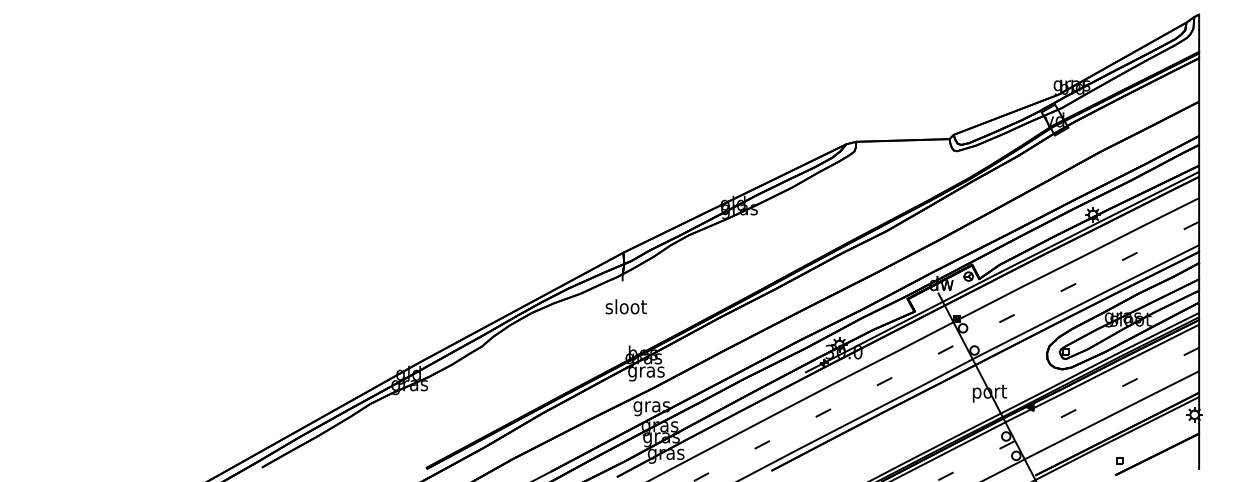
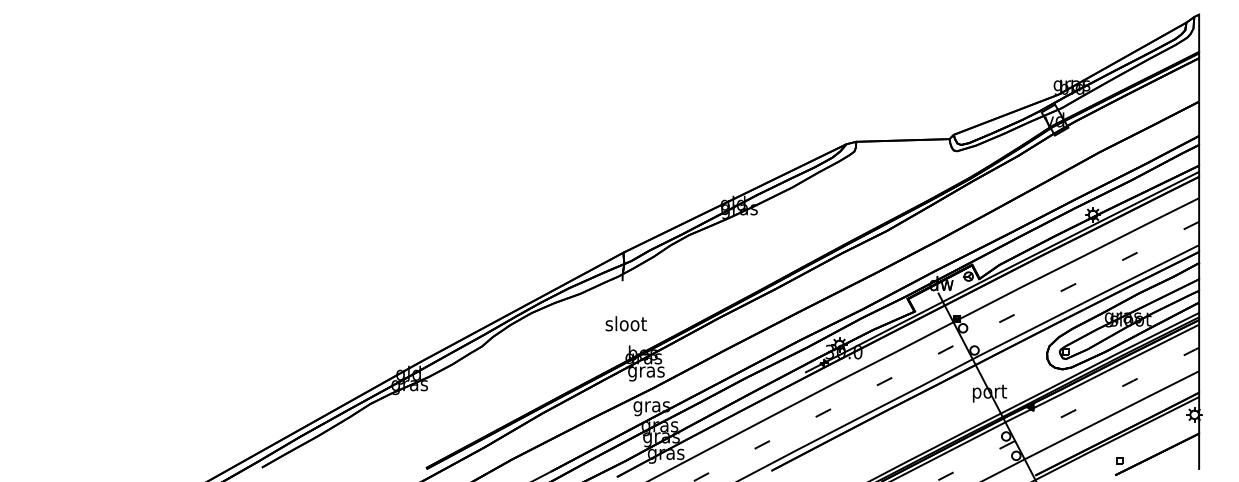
text at (625, 306) position: (625, 306) -> (625, 323)
